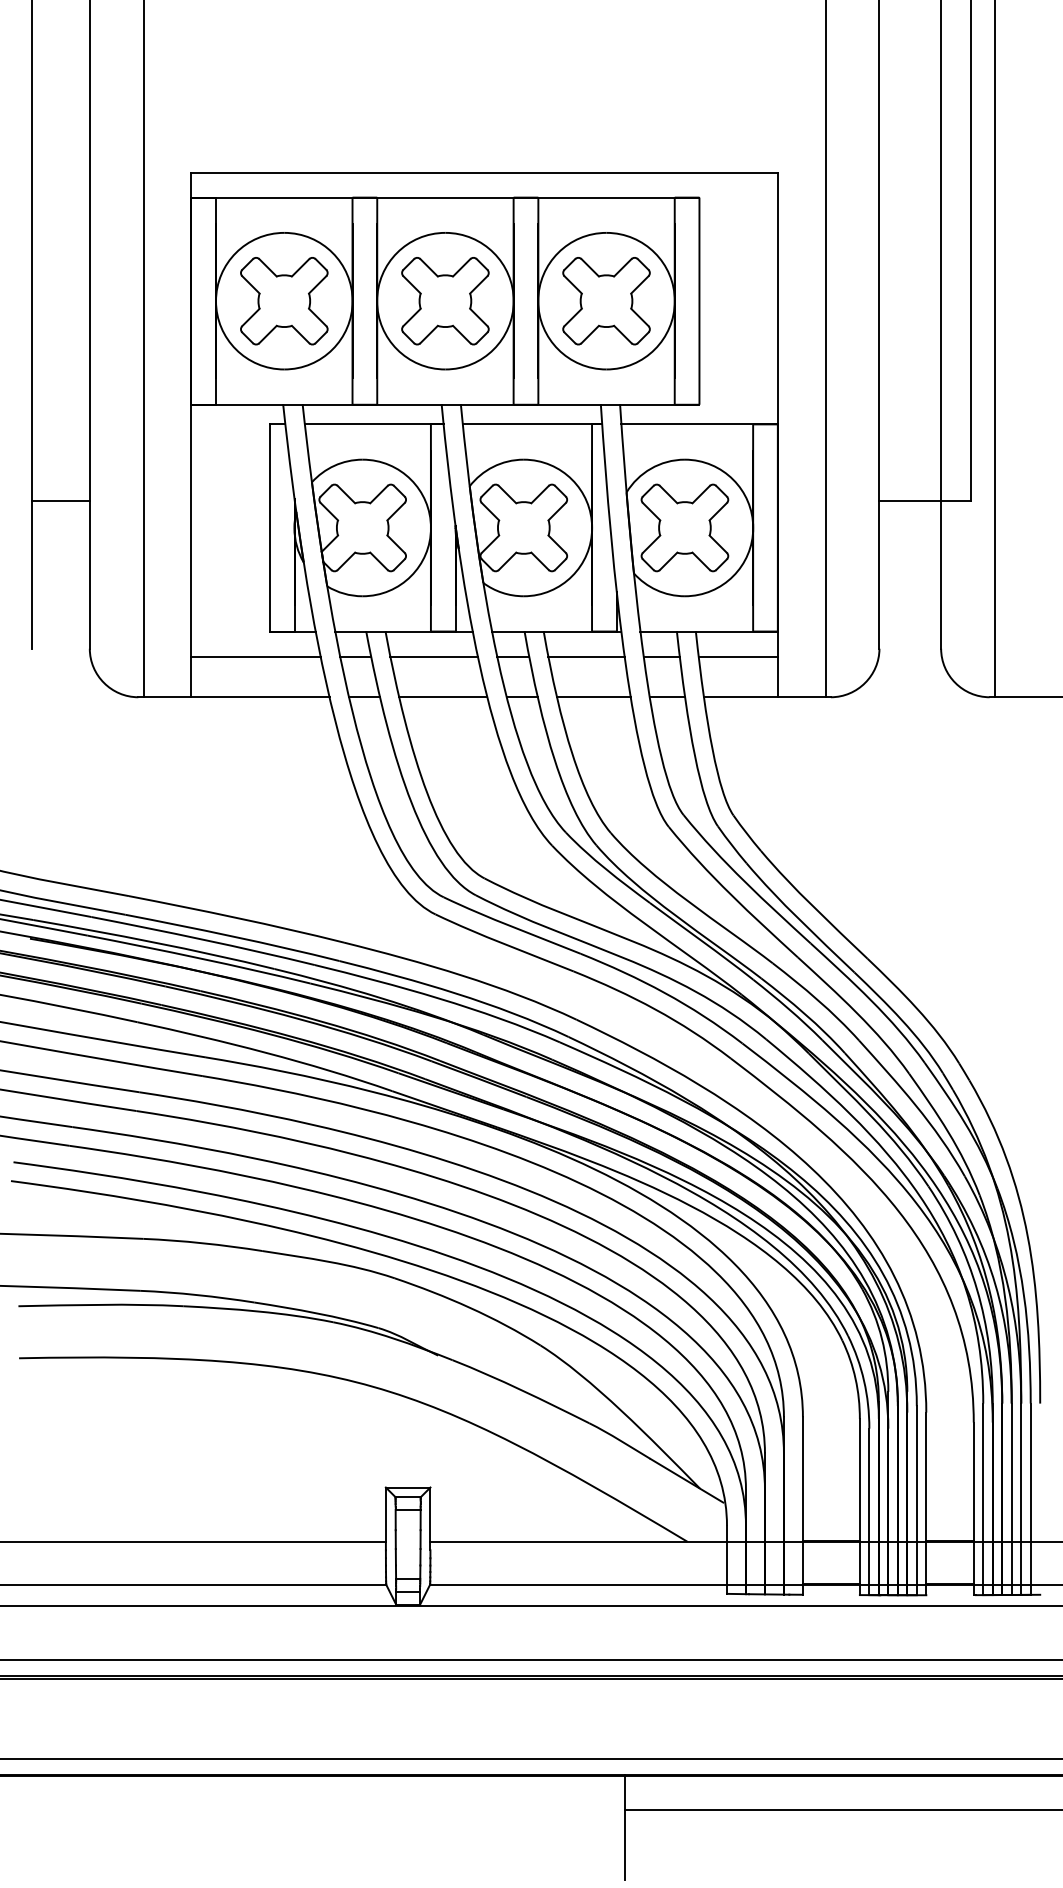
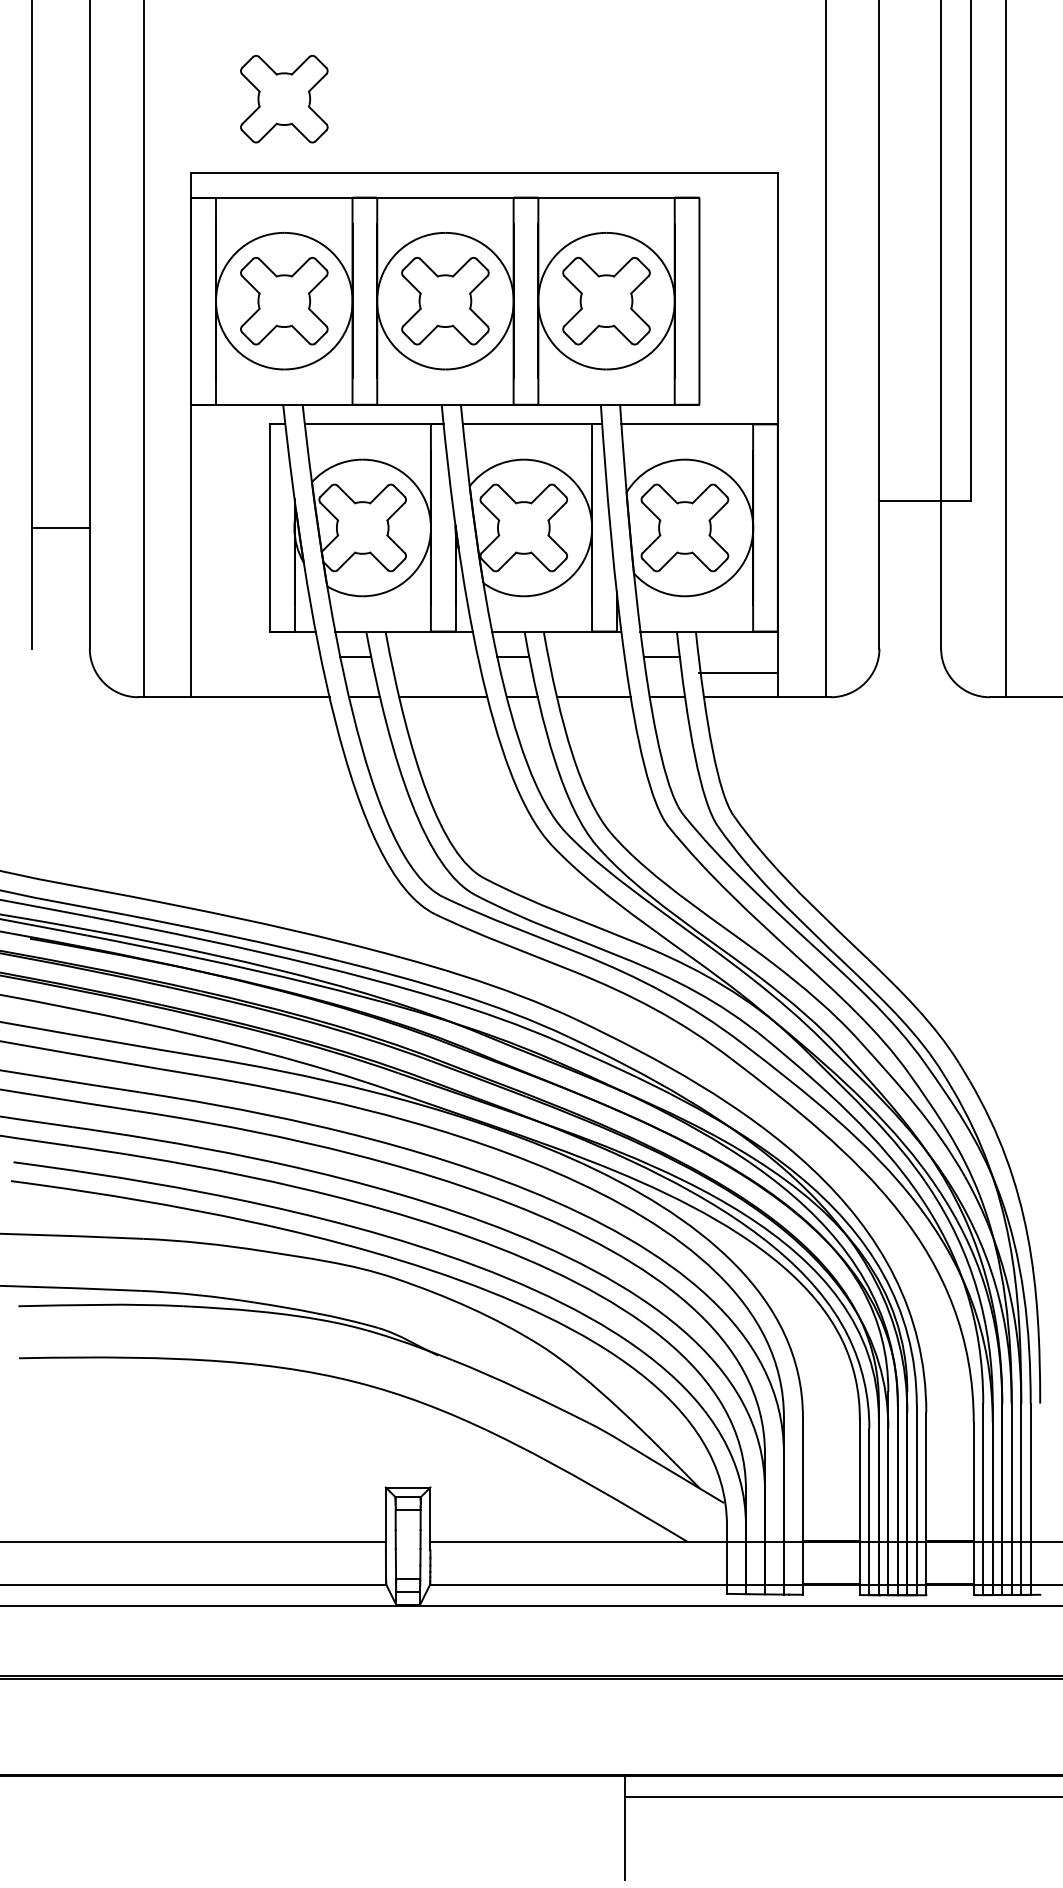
part at (284, 99): none -> present
line at (994, 349) position: (994, 349) -> (1005, 349)
line at (60, 500) position: (60, 500) -> (60, 527)
line at (255, 656): present -> none
line at (433, 656): present -> none
line at (586, 656): present -> none
line at (737, 656) position: (737, 656) -> (737, 672)
line at (530, 1660): present -> none
line at (530, 1759): present -> none
line at (842, 1810) position: (842, 1810) -> (842, 1797)
